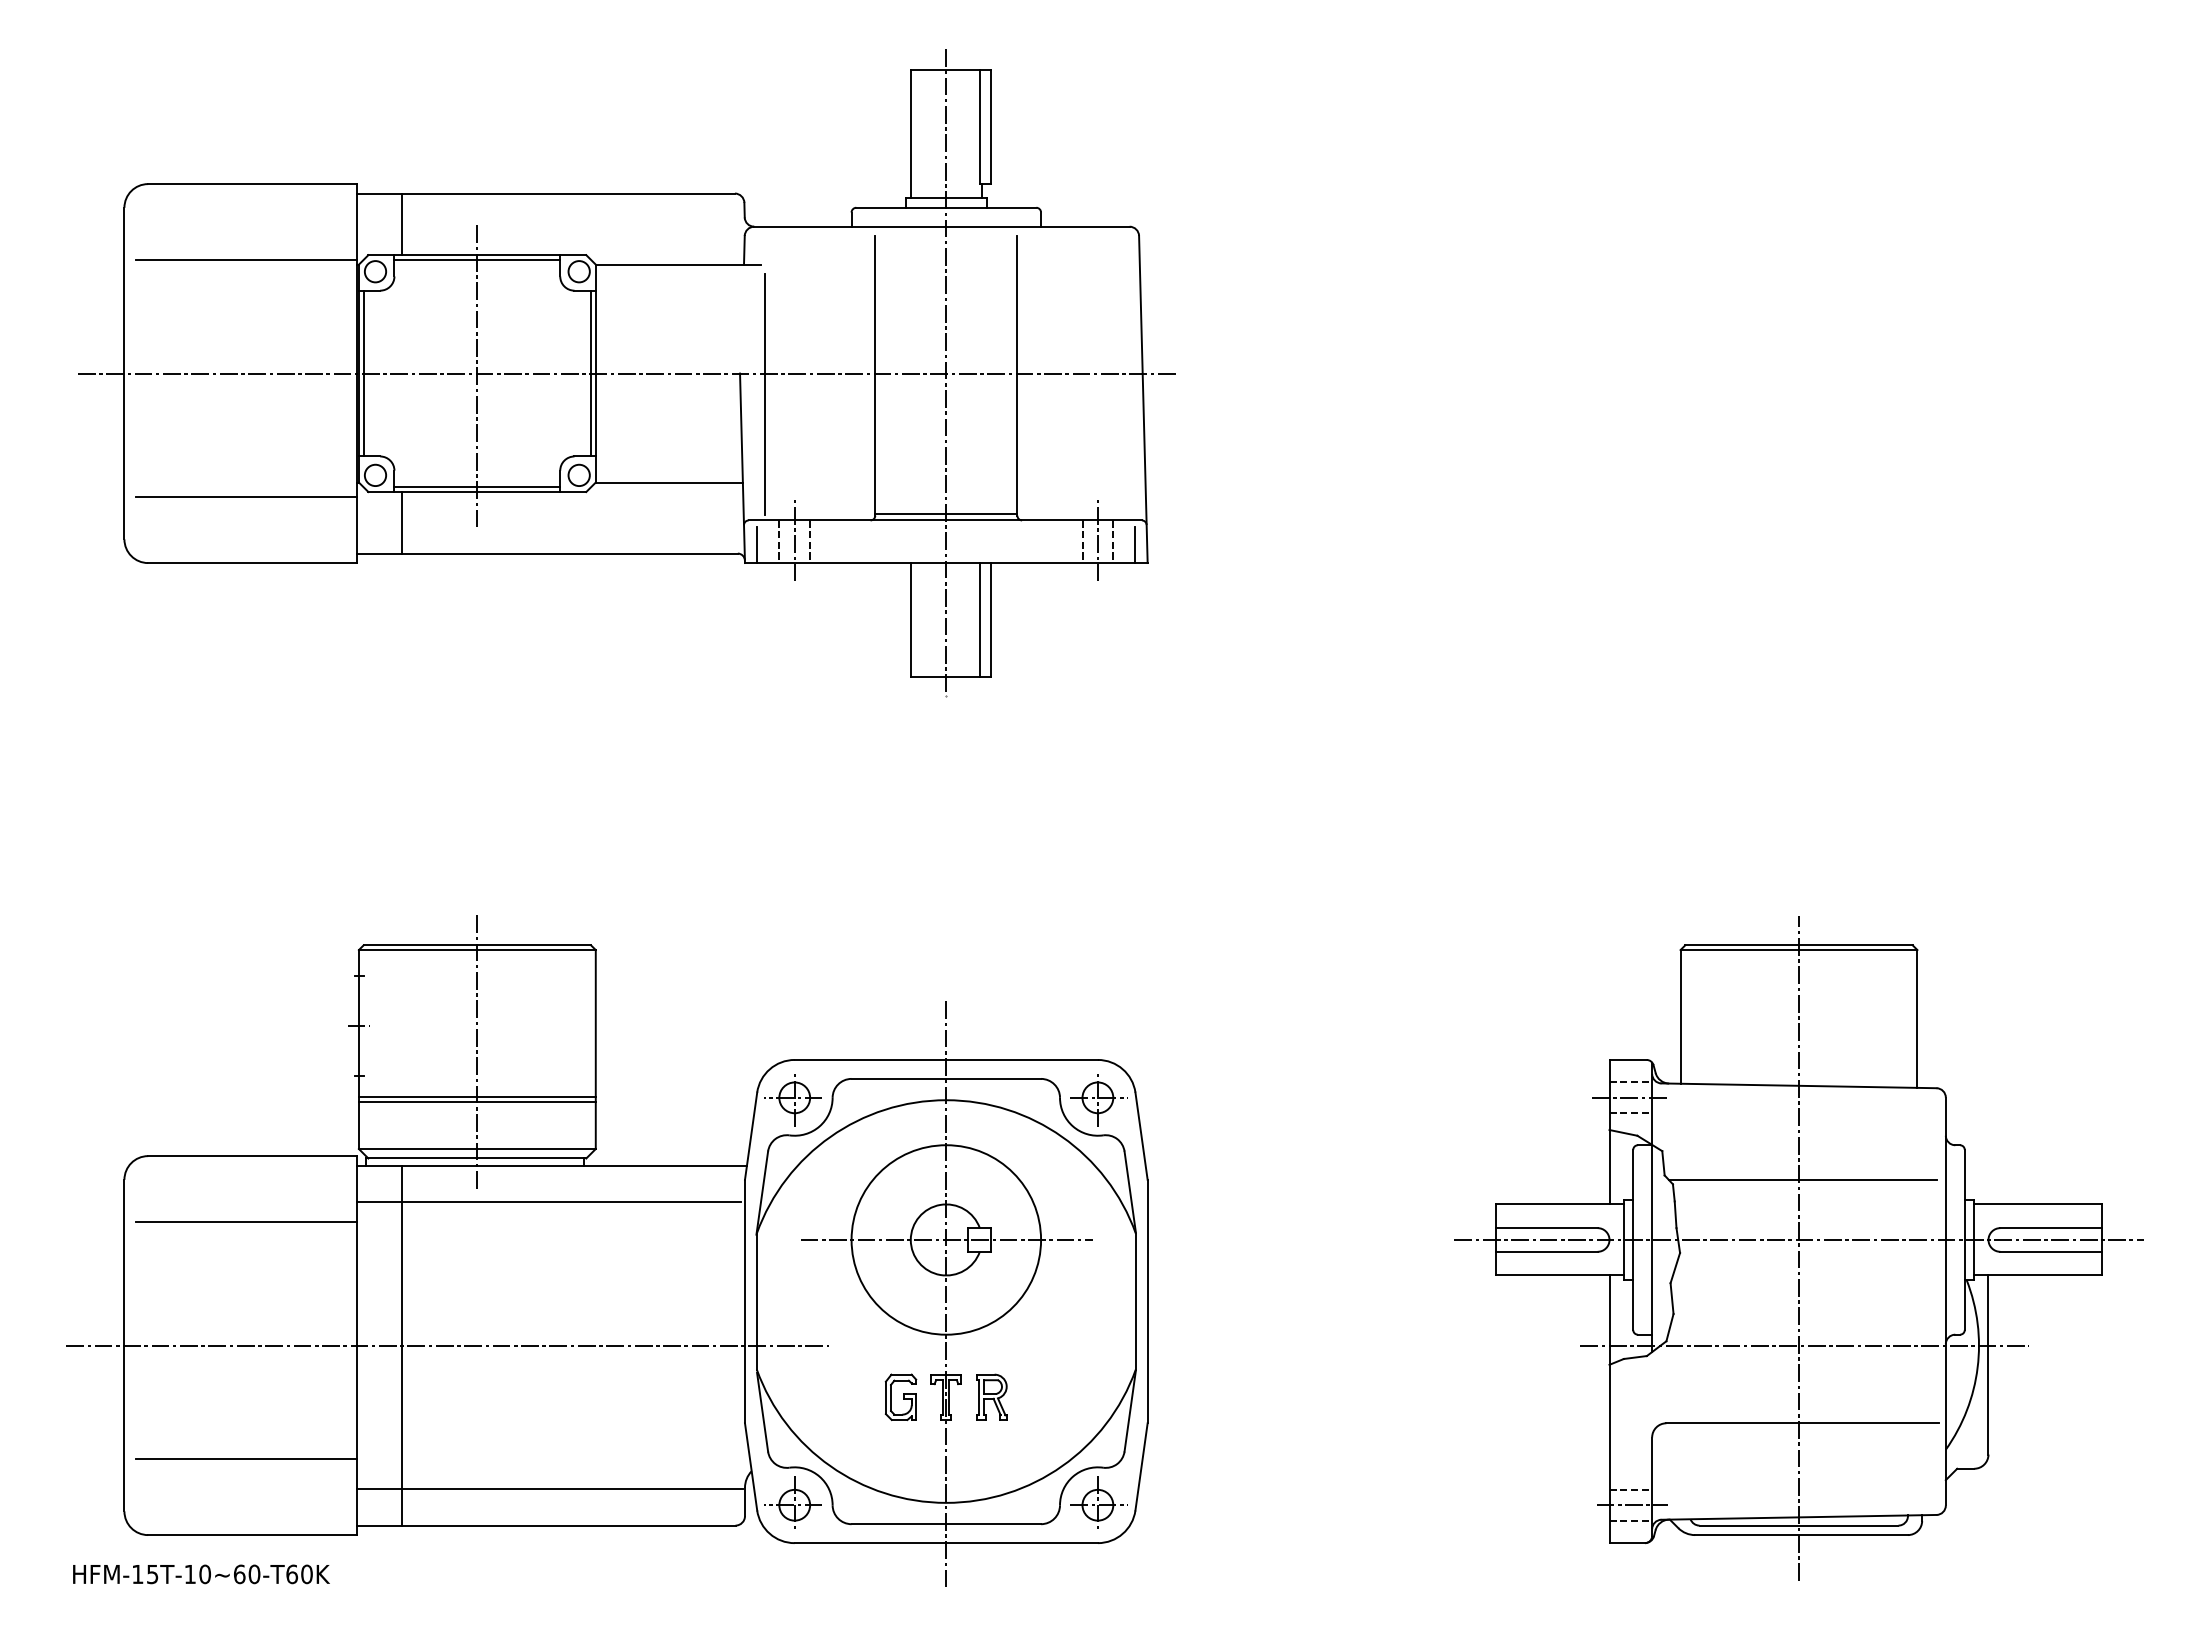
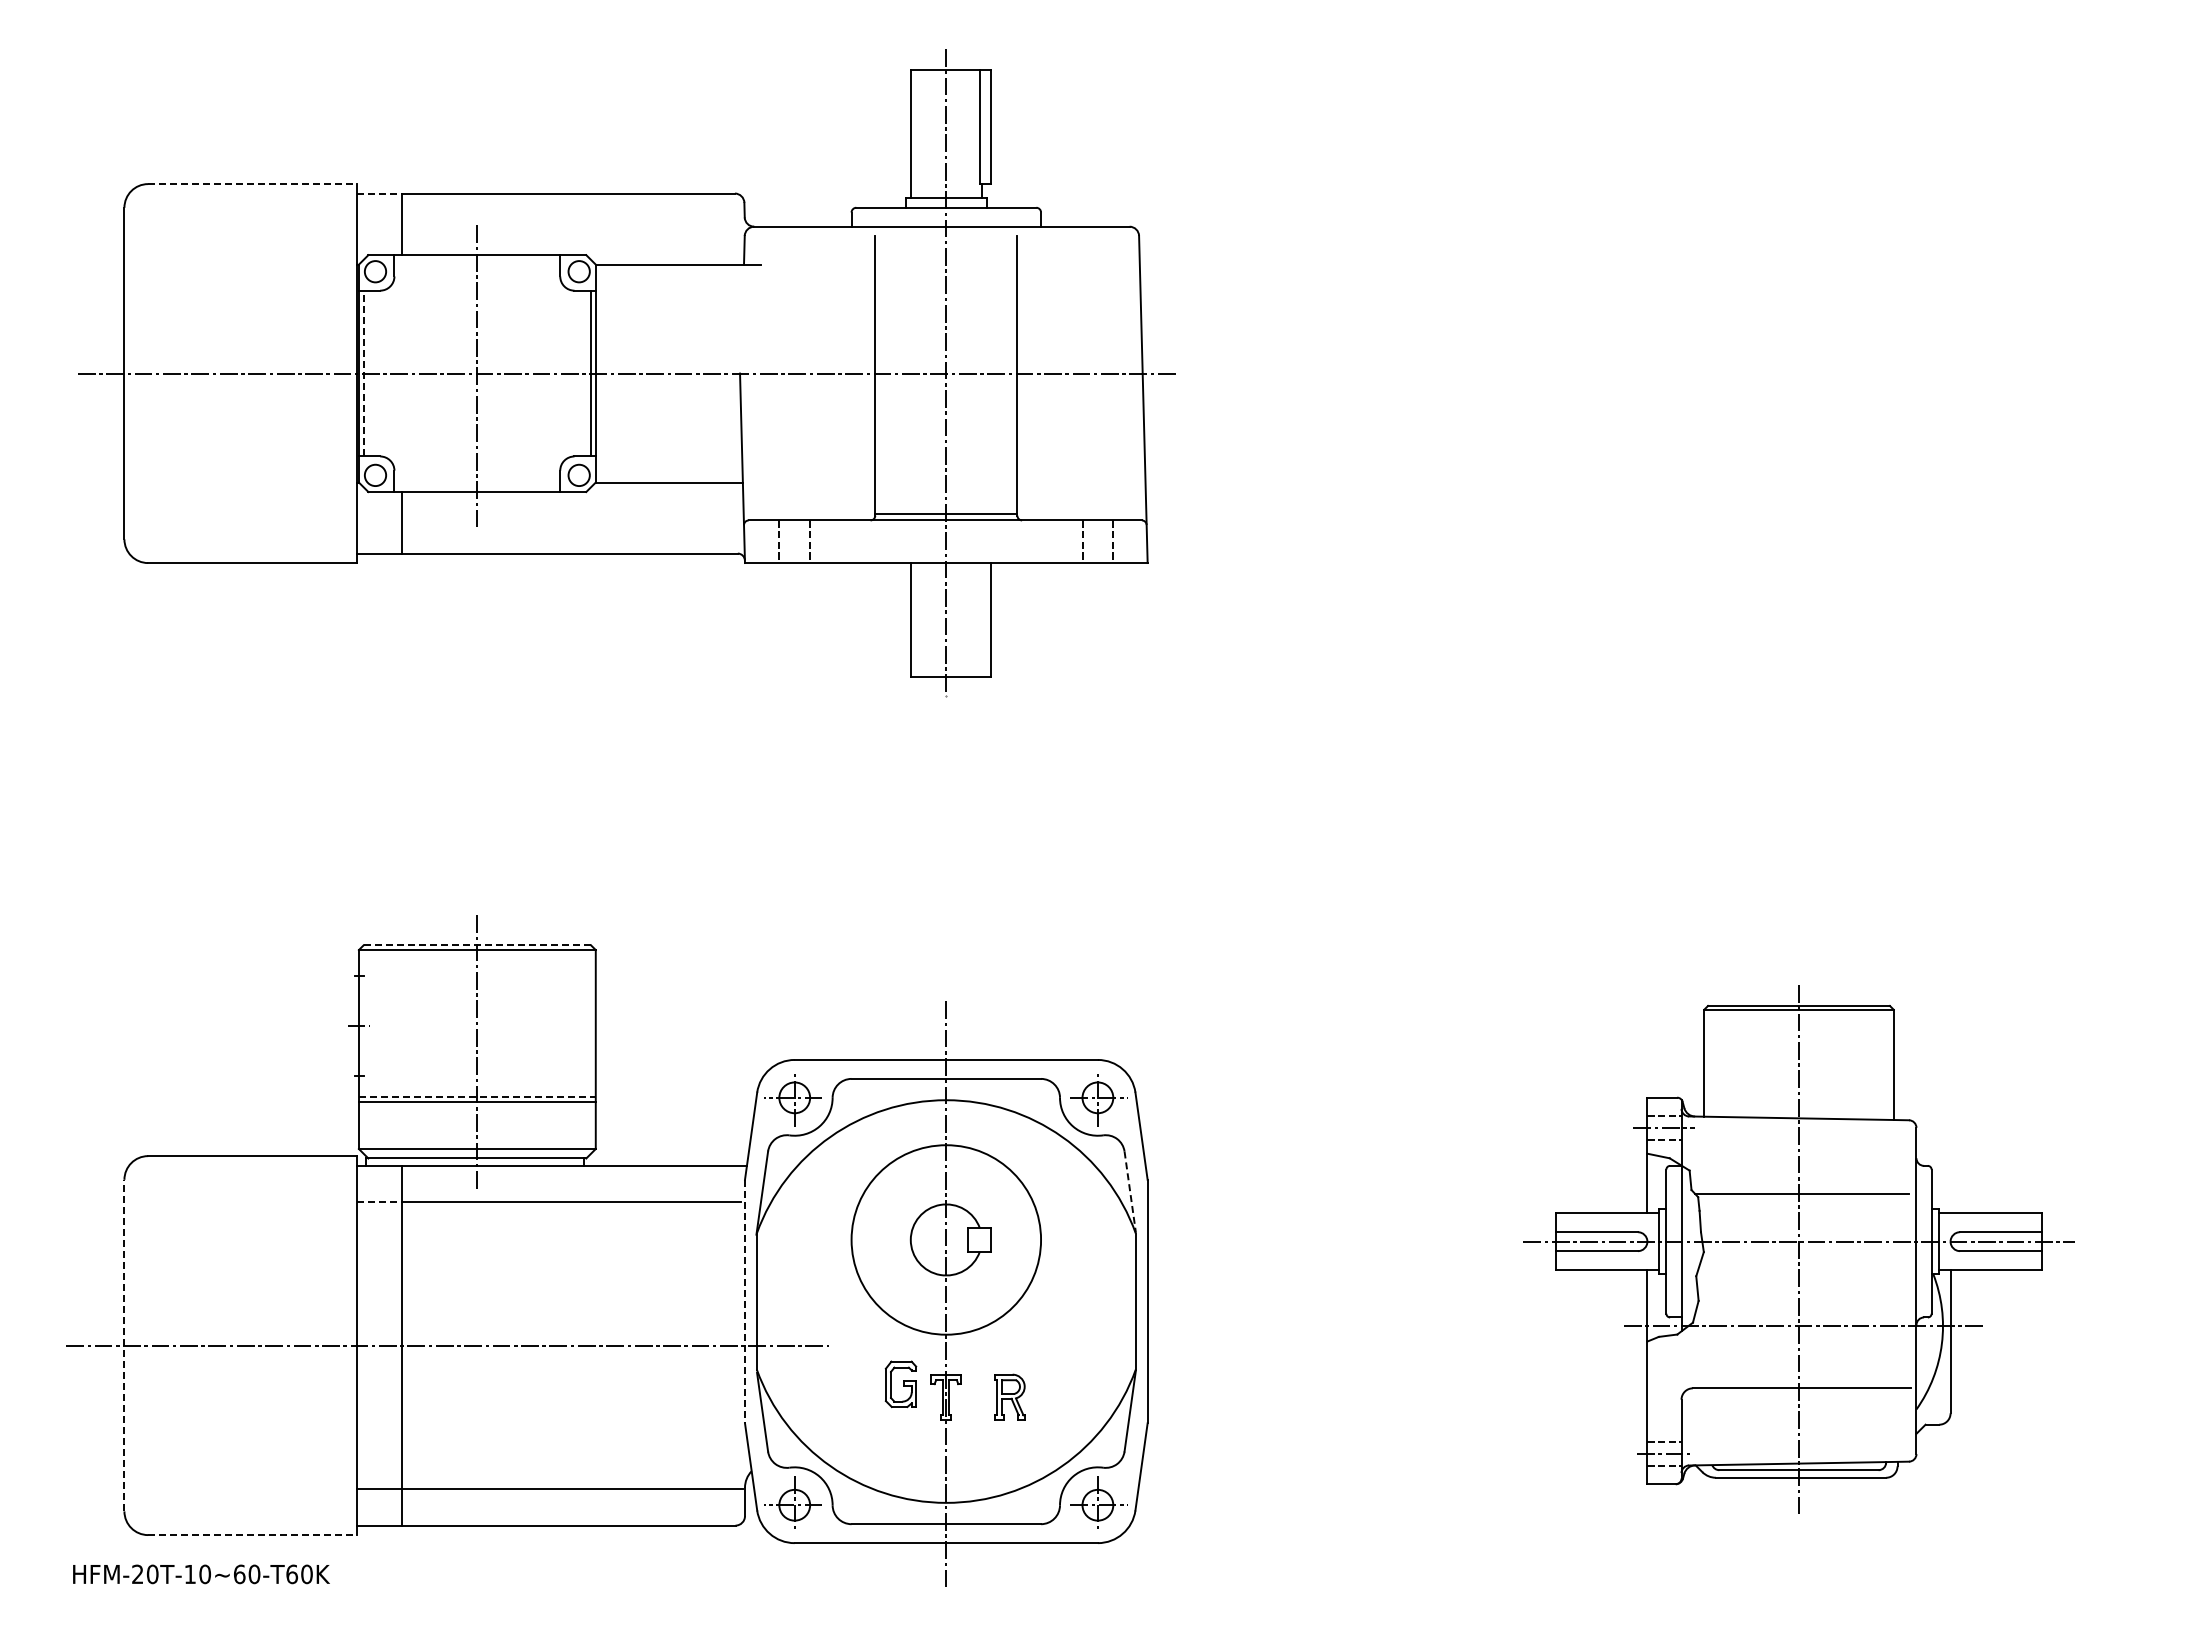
line at (252, 184): solid -> dashed
line at (379, 193): solid -> dashed
line at (246, 259): present -> none
line at (477, 259): present -> none
line at (363, 373): solid -> dashed
line at (765, 394): present -> none
line at (477, 487): present -> none
line at (246, 496): present -> none
line at (794, 540): present -> none
line at (1097, 540): present -> none
line at (757, 544): present -> none
line at (1135, 544): present -> none
line at (979, 619): present -> none
line at (477, 945): solid -> dashed
line at (477, 1096): solid -> dashed
line at (1130, 1192): solid -> dashed
line at (379, 1202): solid -> dashed
line at (246, 1222): present -> none
line at (946, 1239): present -> none
part at (1798, 1248) size: 690x665 px -> 552x529 px
line at (745, 1301): solid -> dashed
line at (124, 1345): solid -> dashed
part at (900, 1396) position: (900, 1396) -> (900, 1383)
part at (991, 1396) position: (991, 1396) -> (1009, 1396)
line at (246, 1459): present -> none
line at (252, 1535): solid -> dashed
text at (145, 1574): HFM-15T-10~60-T60K -> HFM-20T-10~60-T60K
